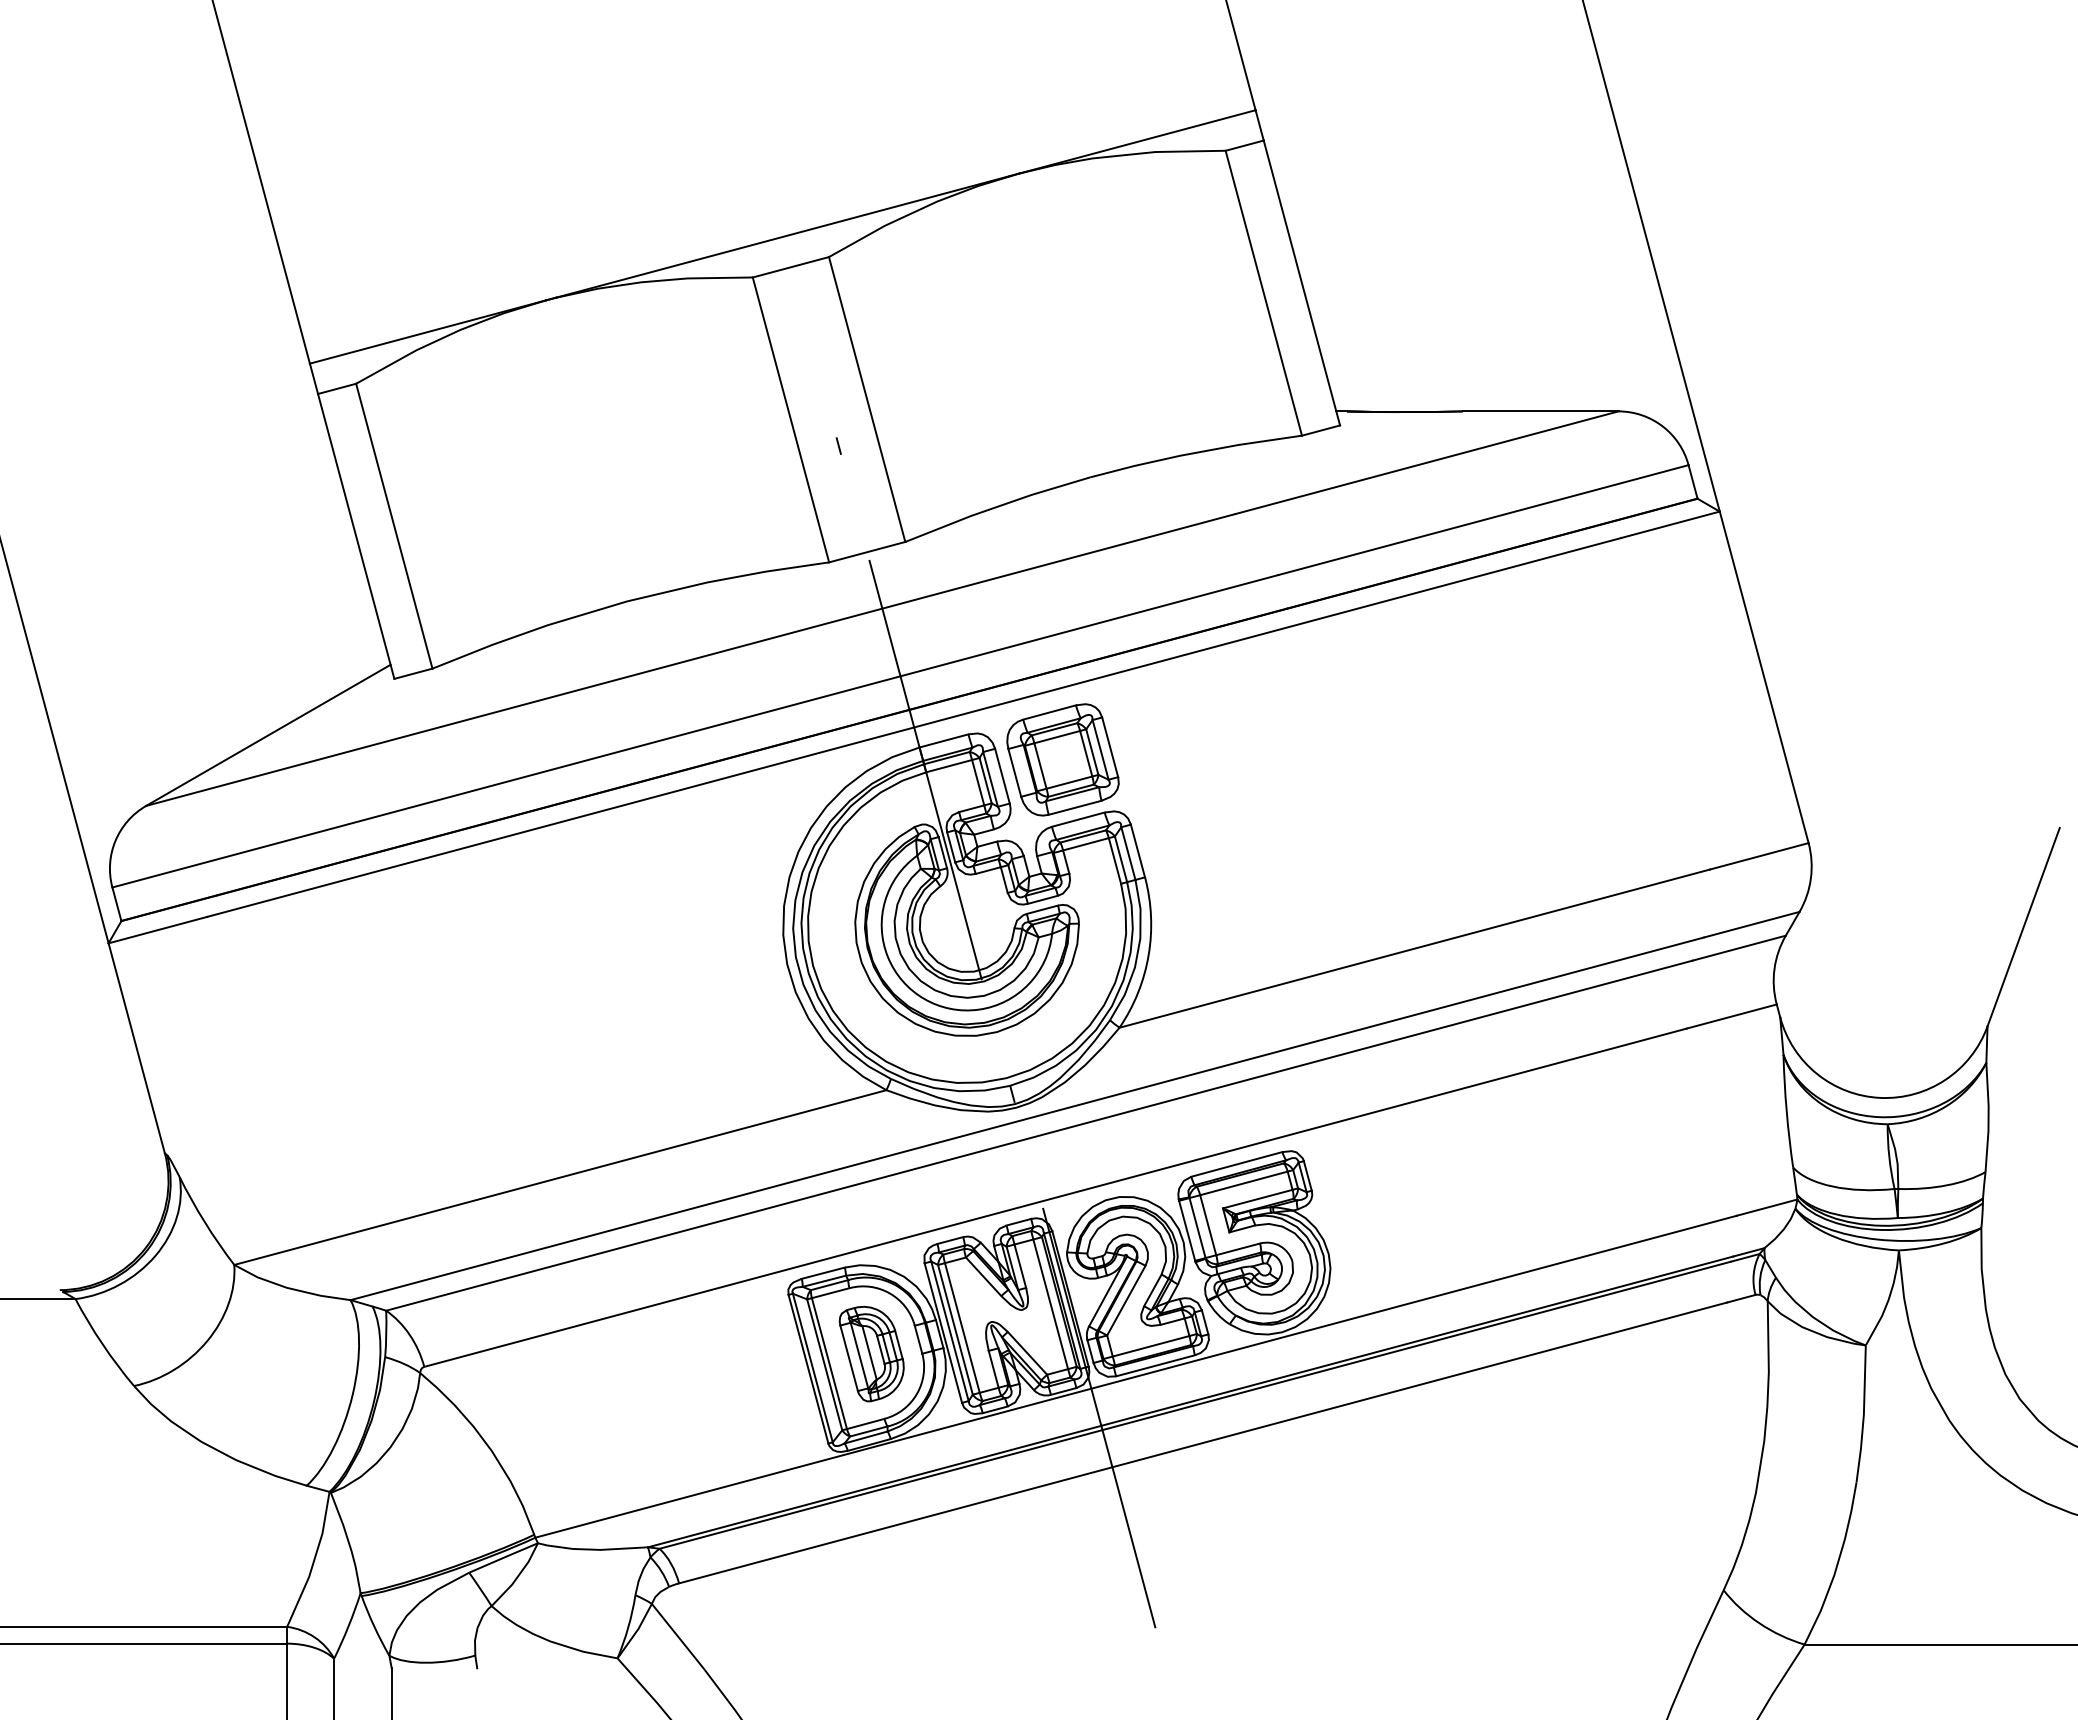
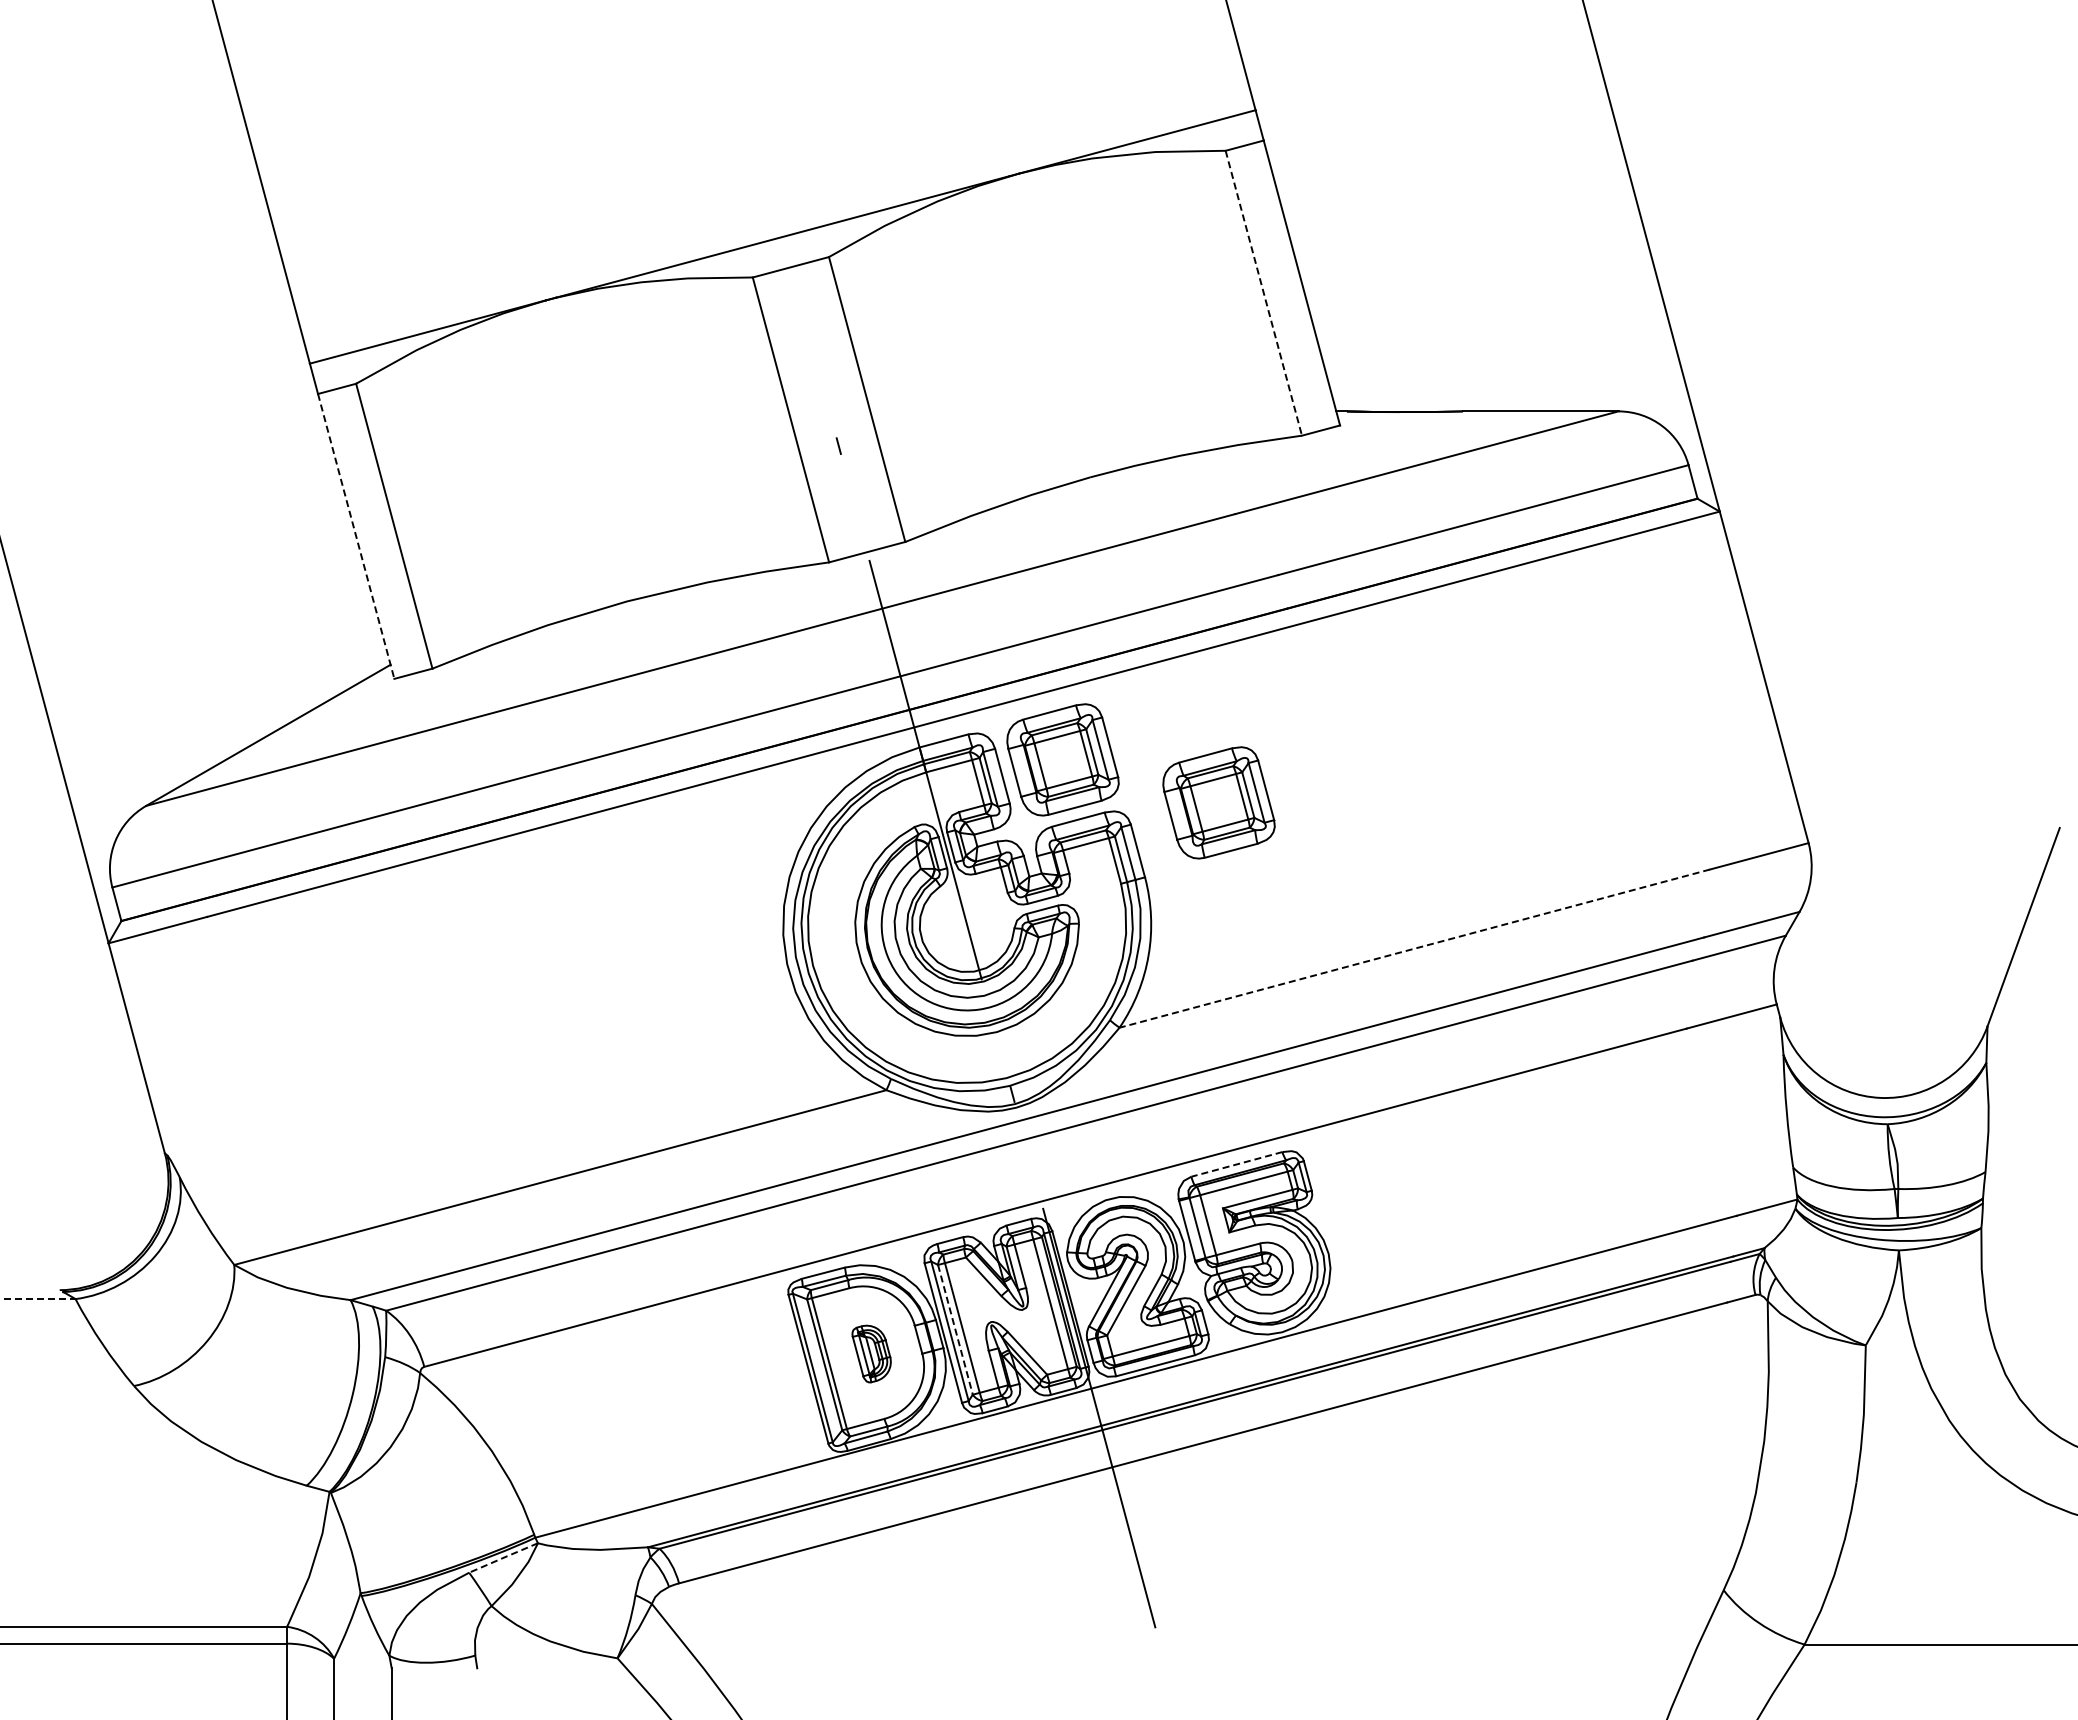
line at (1263, 293): solid -> dashed
line at (356, 536): solid -> dashed
part at (1218, 802): none -> present
line at (1414, 948): solid -> dashed
line at (1236, 1164): solid -> dashed
line at (38, 1299): solid -> dashed
line at (955, 1330): solid -> dashed
part at (871, 1353) size: 67x98 px -> 41x60 px
line at (503, 1557): solid -> dashed
